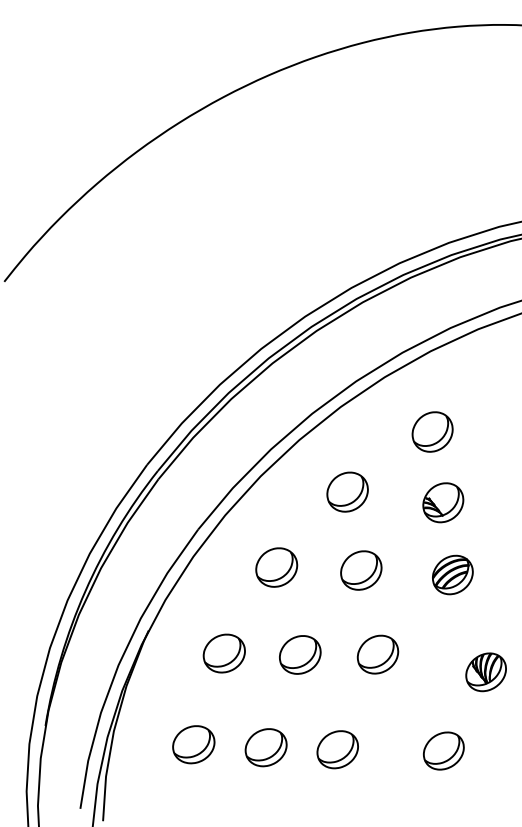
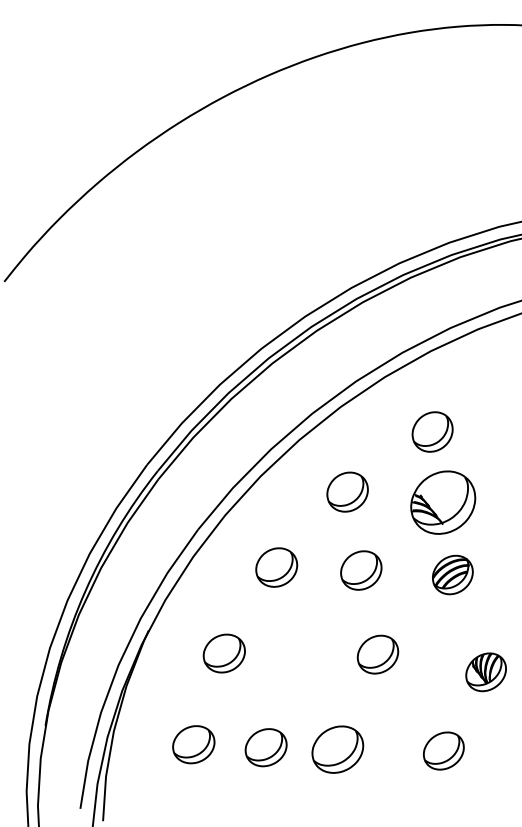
part at (443, 502) size: 43x42 px -> 67x65 px
part at (300, 654): present -> none
part at (337, 749) size: 43x40 px -> 54x49 px
